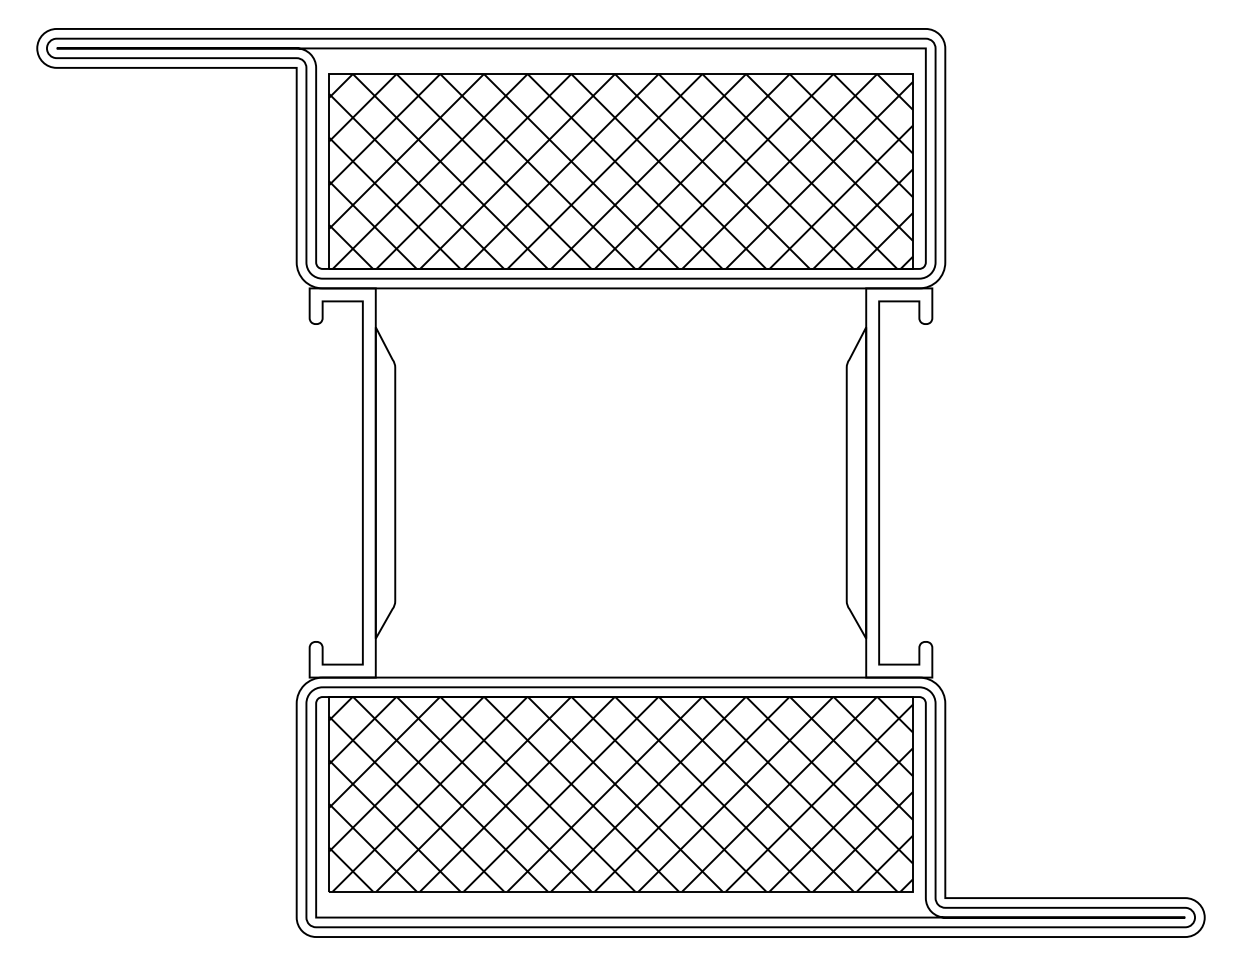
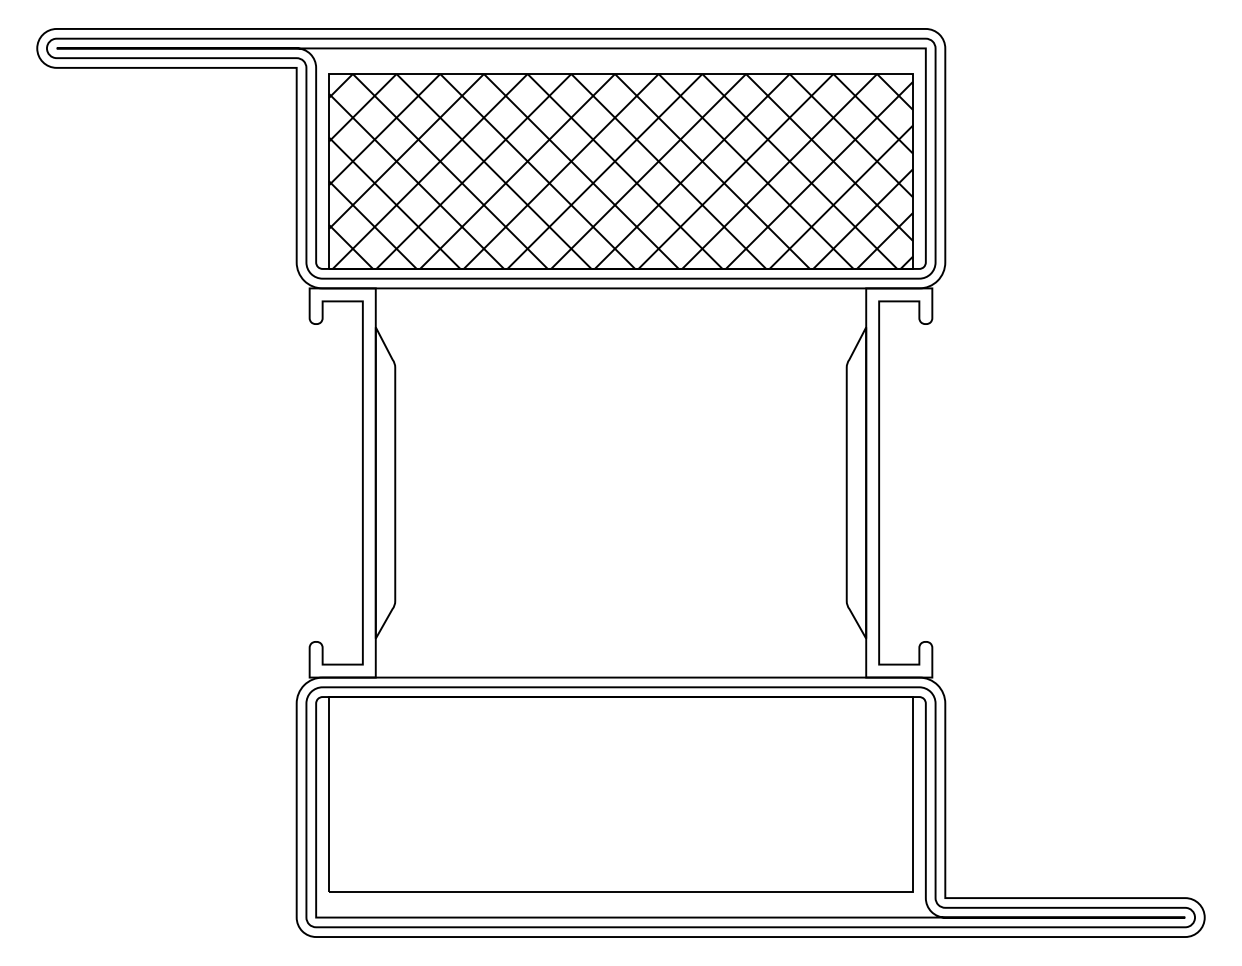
hatch at (620, 794): present -> none
